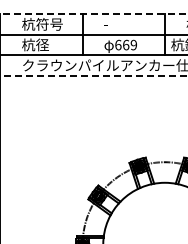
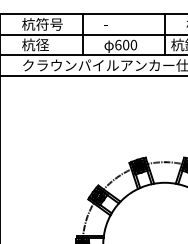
line at (93, 14): dashed -> solid
text at (129, 44): 669 -> 600
line at (94, 75): dashed -> solid
